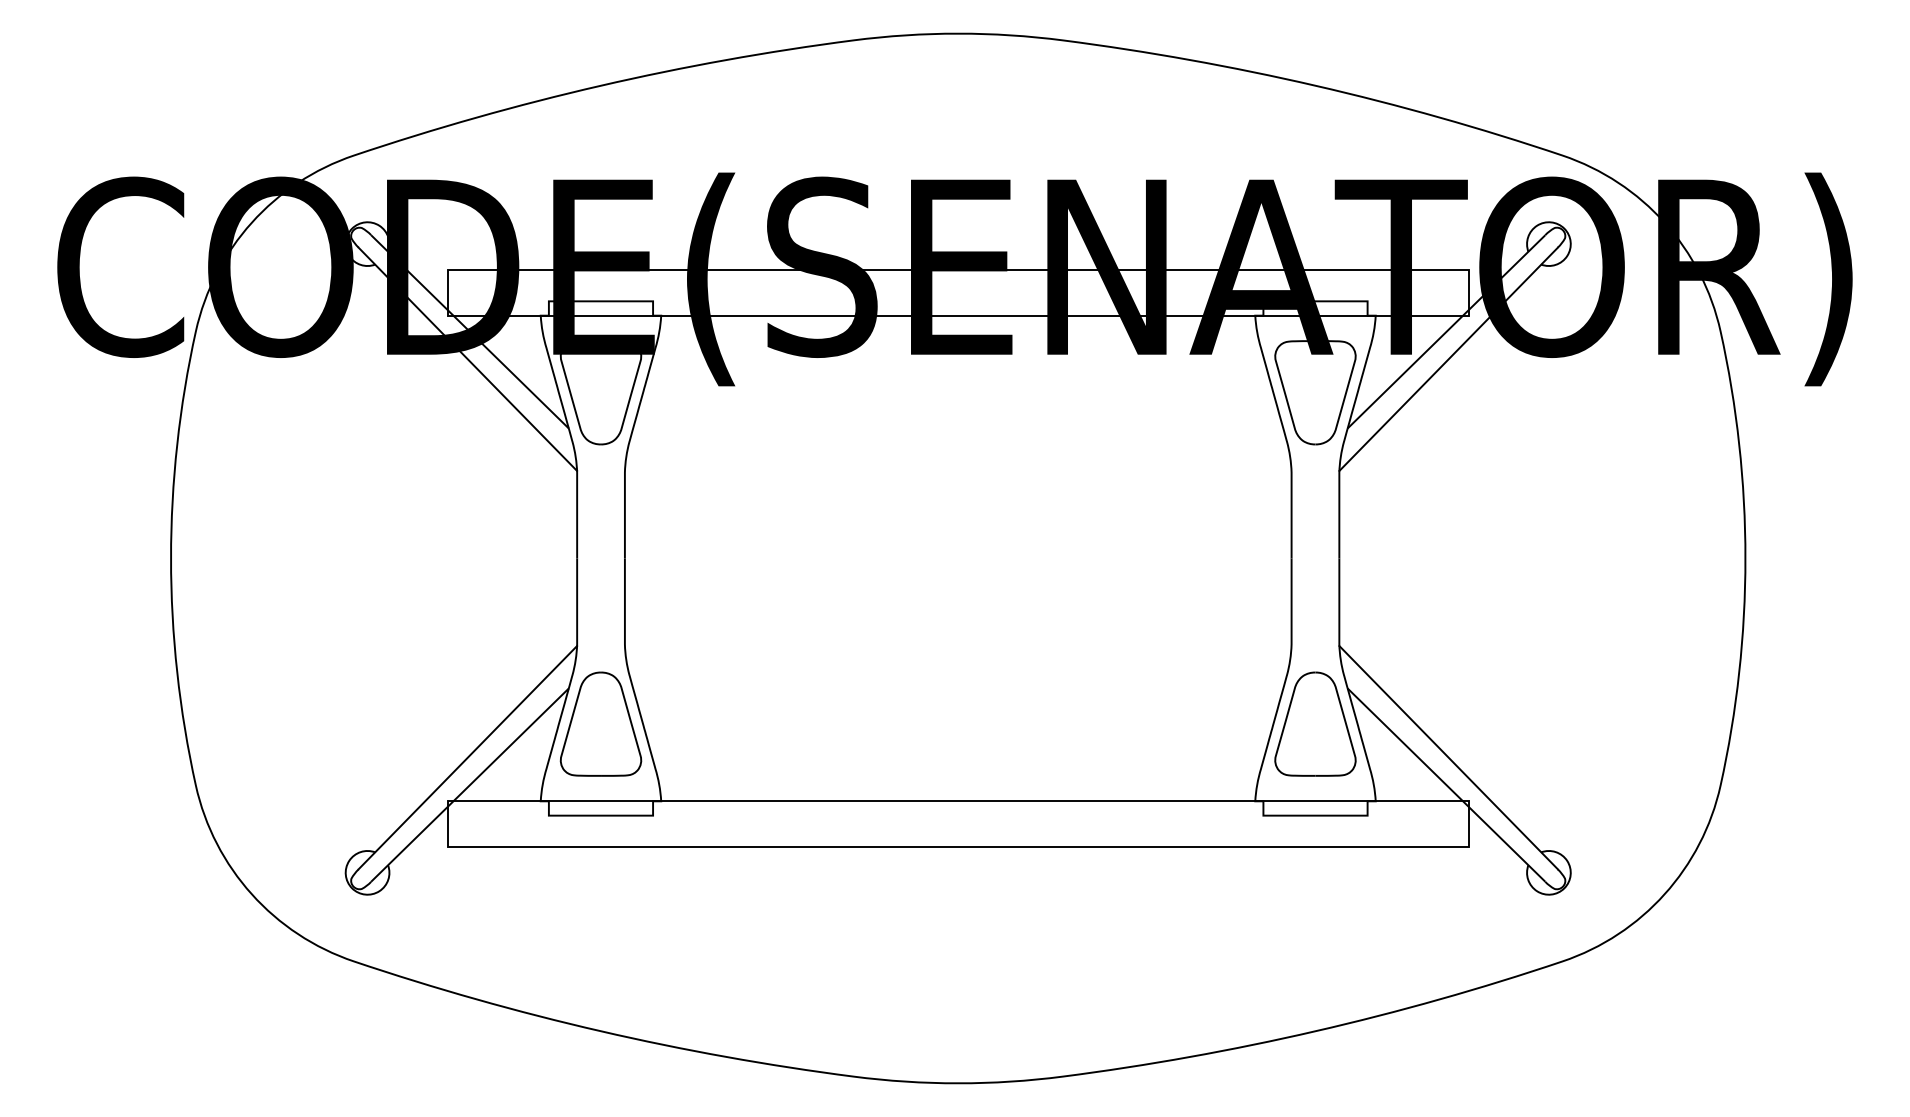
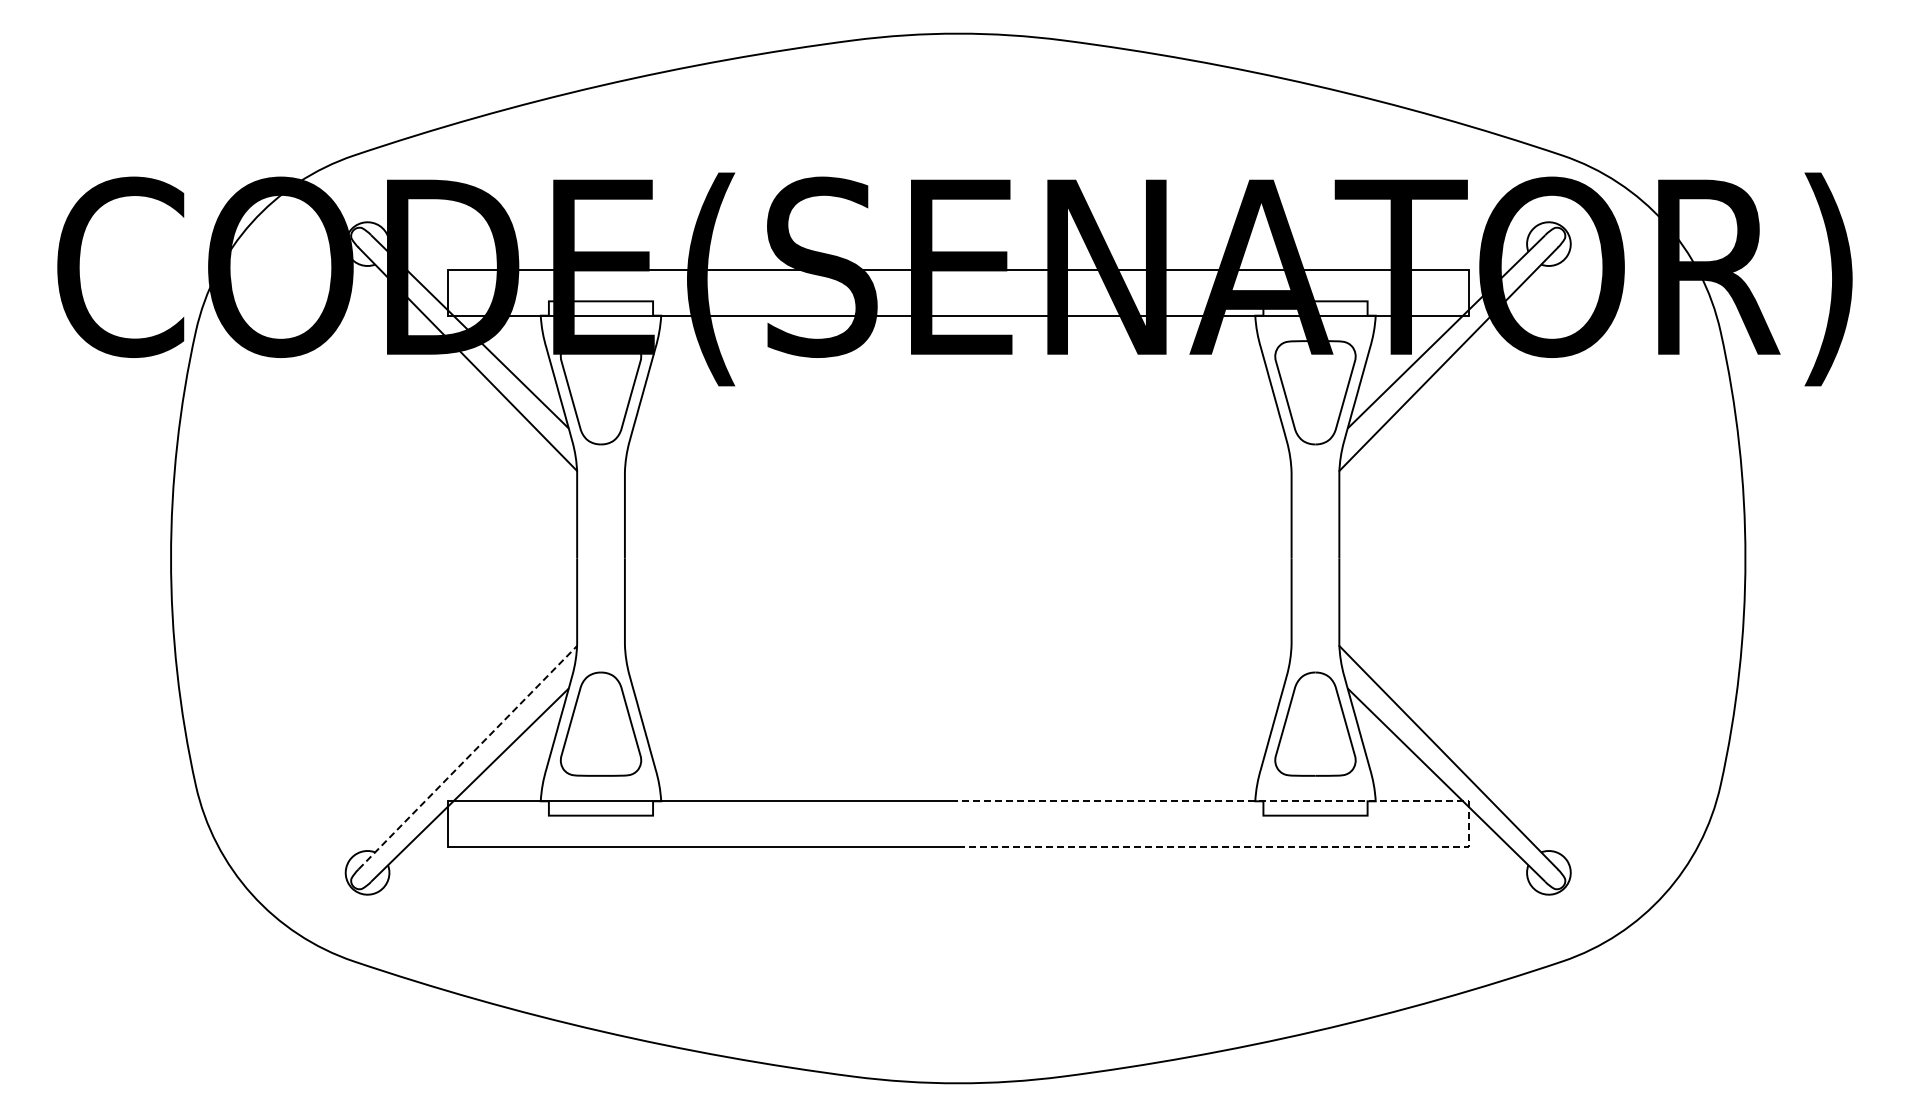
line at (468, 757): solid -> dashed
line at (1468, 824): solid -> dashed
